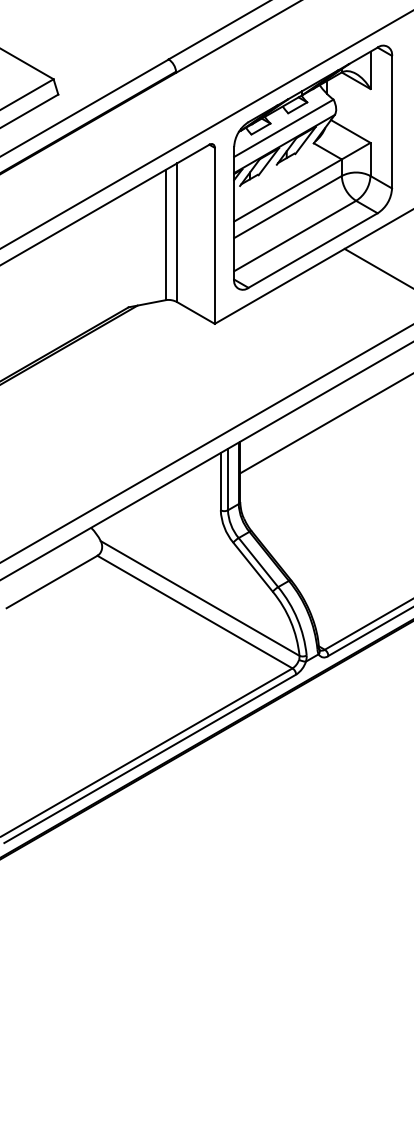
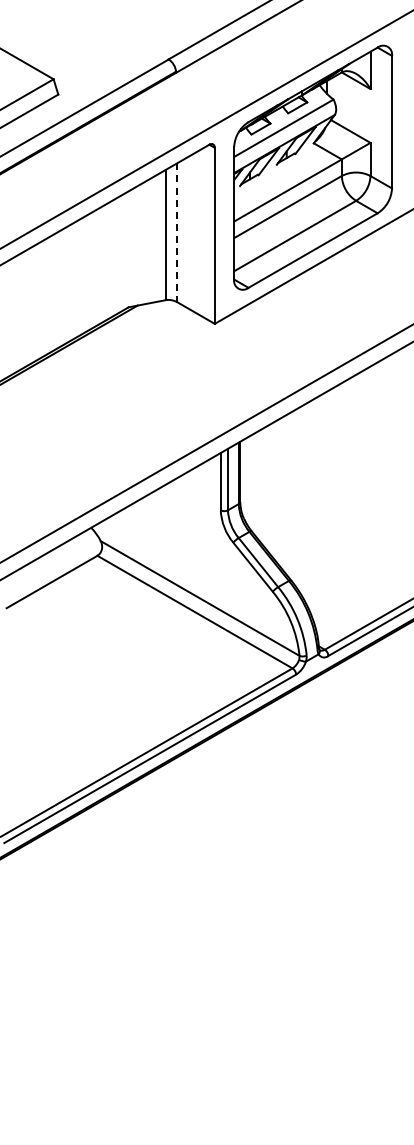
line at (177, 233): solid -> dashed
line at (377, 267): present -> none
line at (325, 424): present -> none
